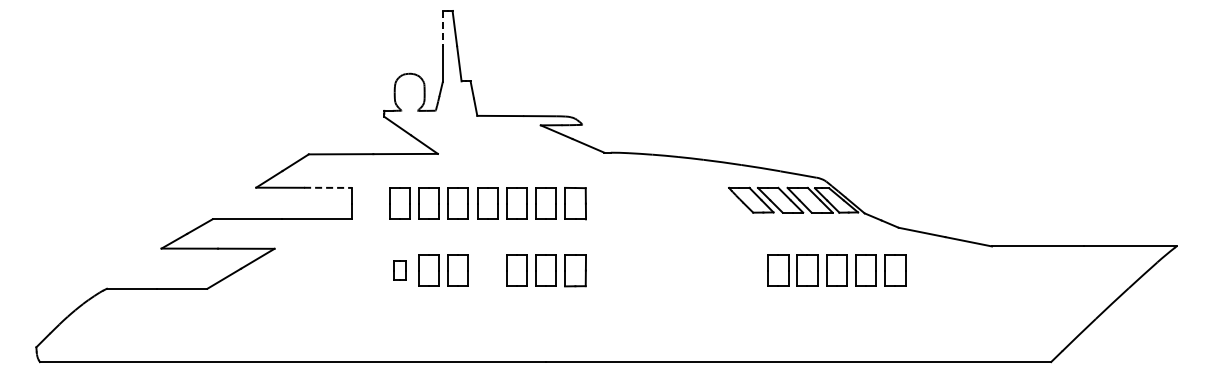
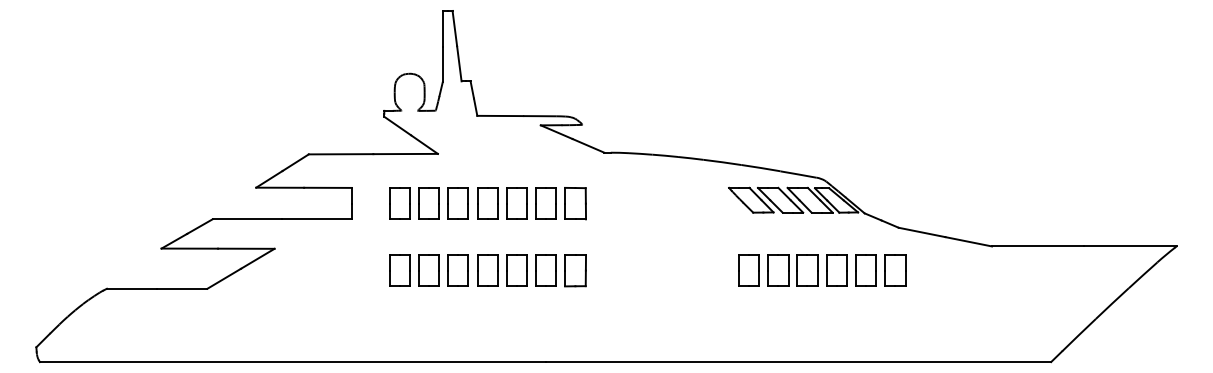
line at (442, 28): dashed -> solid
line at (328, 187): dashed -> solid
part at (399, 270) size: 14x21 px -> 22x33 px
part at (487, 270): none -> present
part at (748, 270): none -> present
